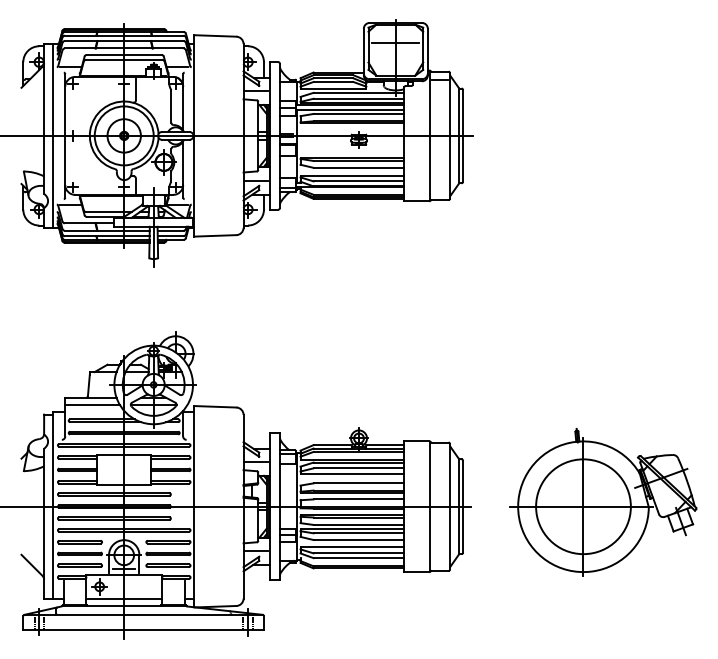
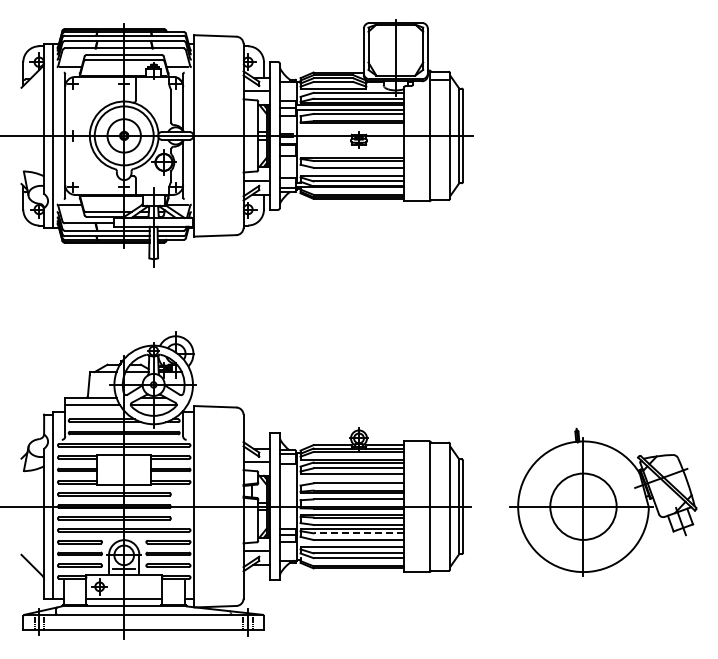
line at (395, 42): present -> none
circle at (583, 506) diameter: 95 px -> 66 px
line at (358, 533): solid -> dashed
